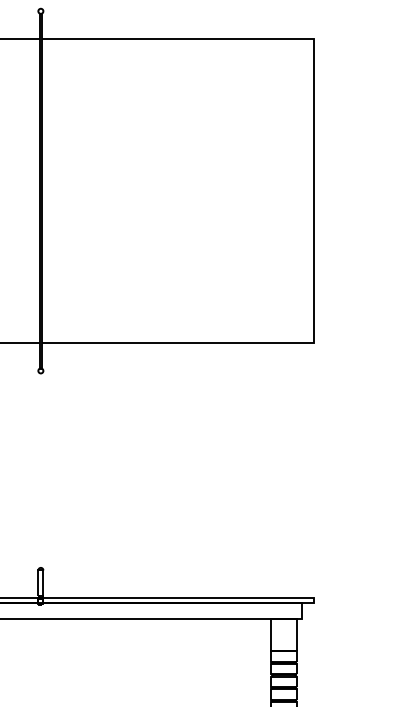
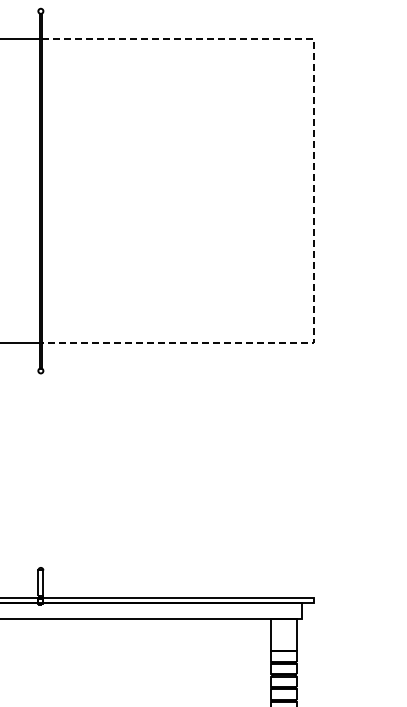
line at (314, 191): solid -> dashed
